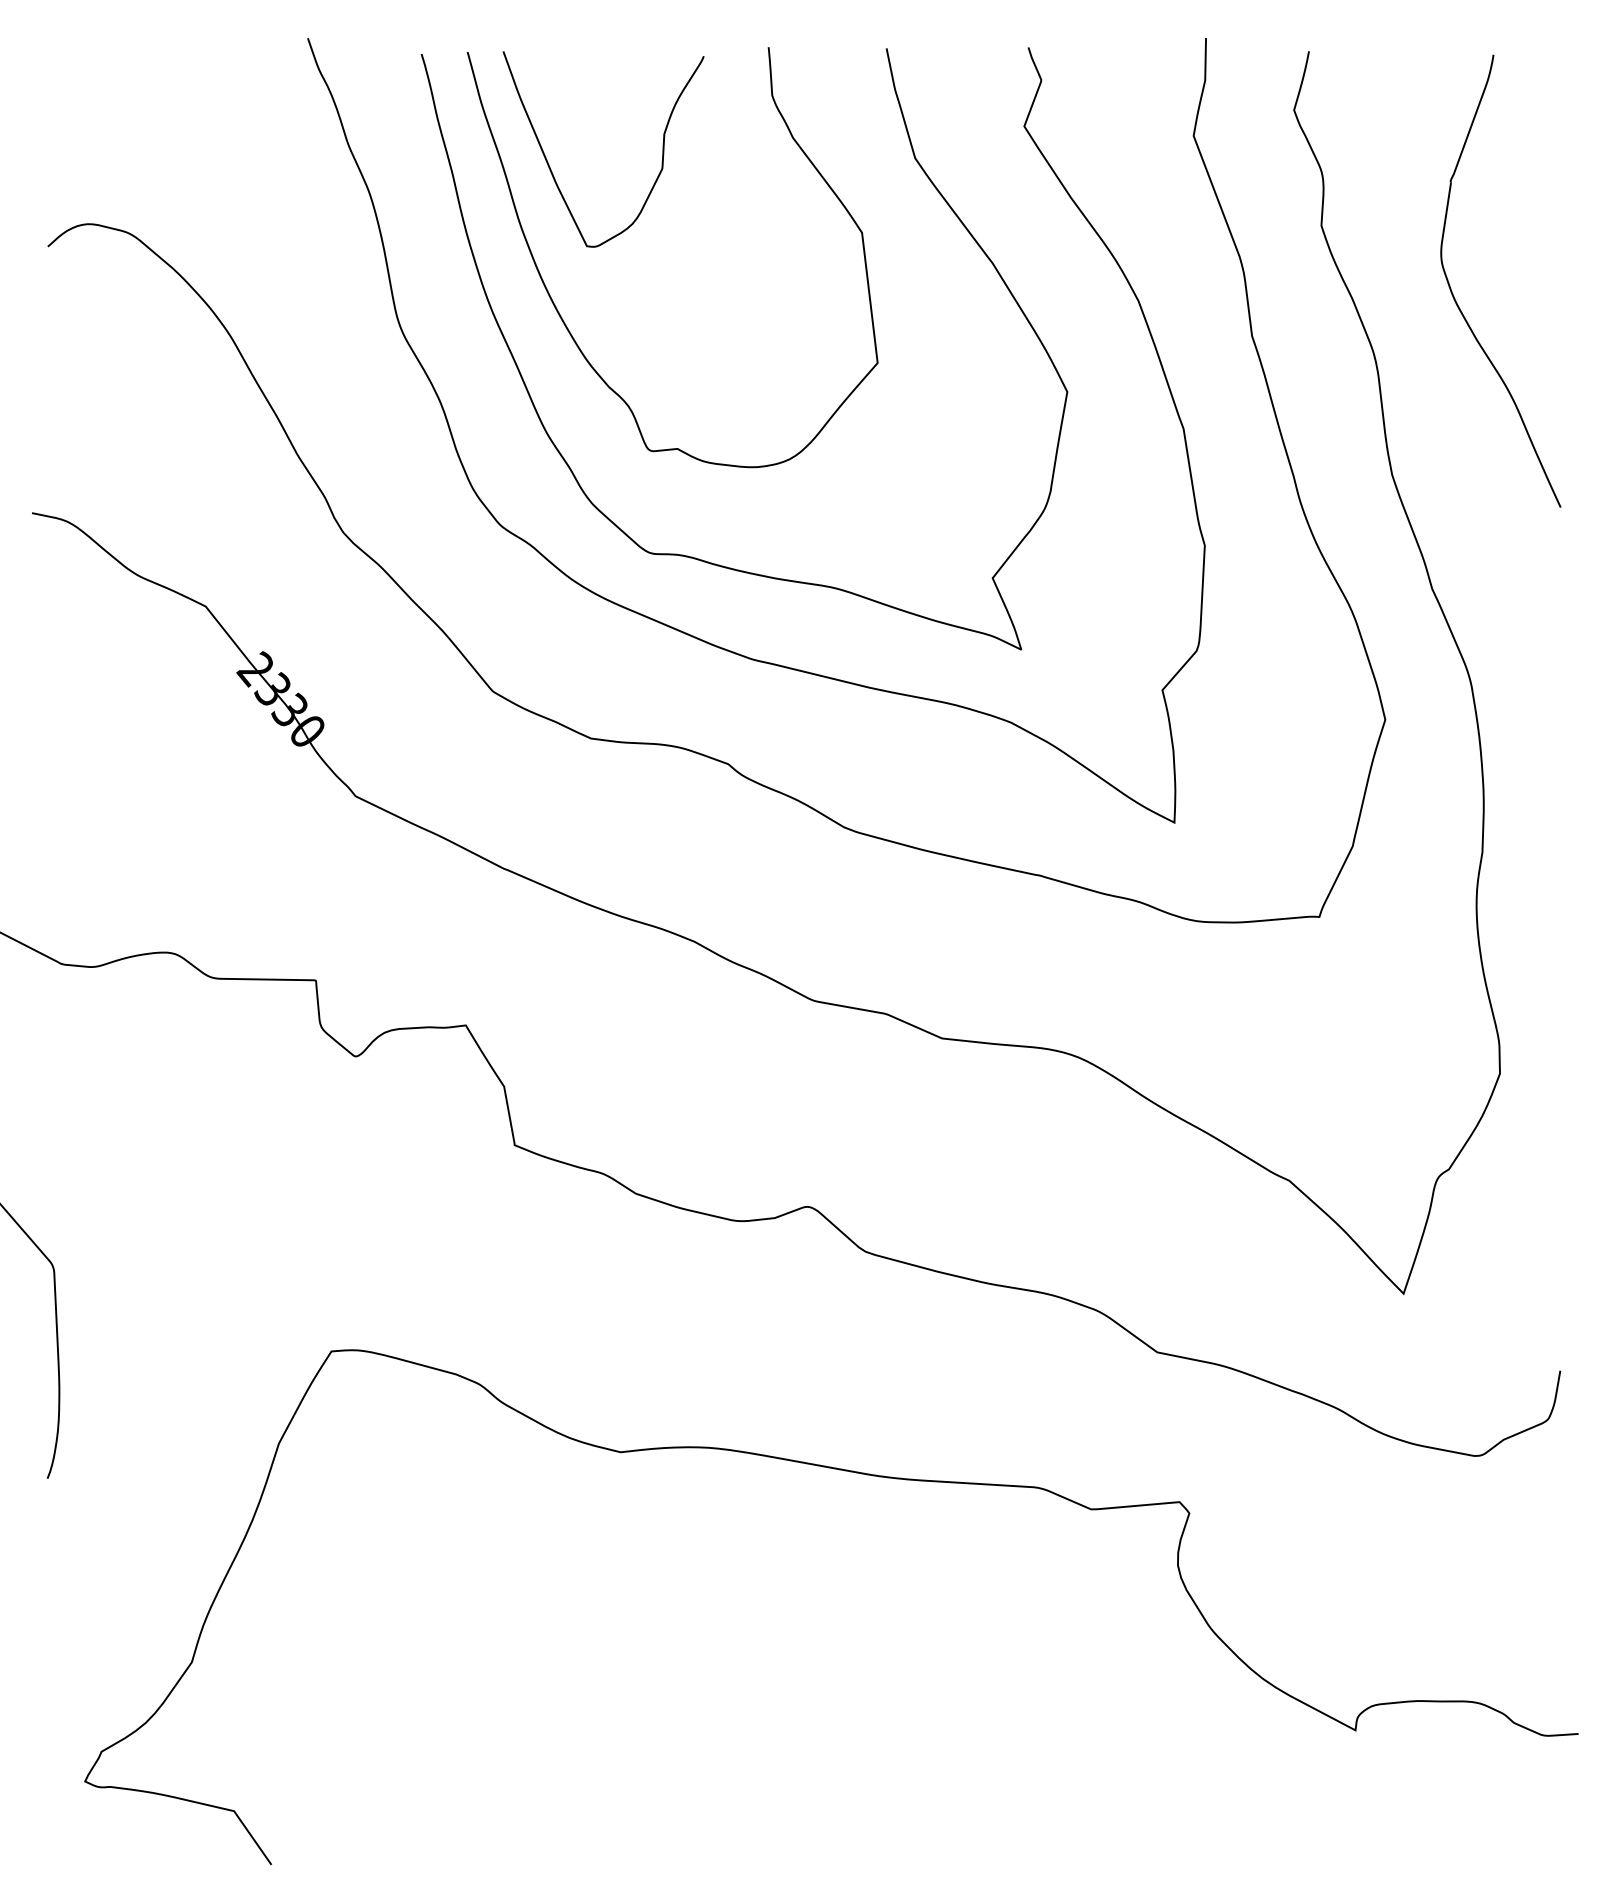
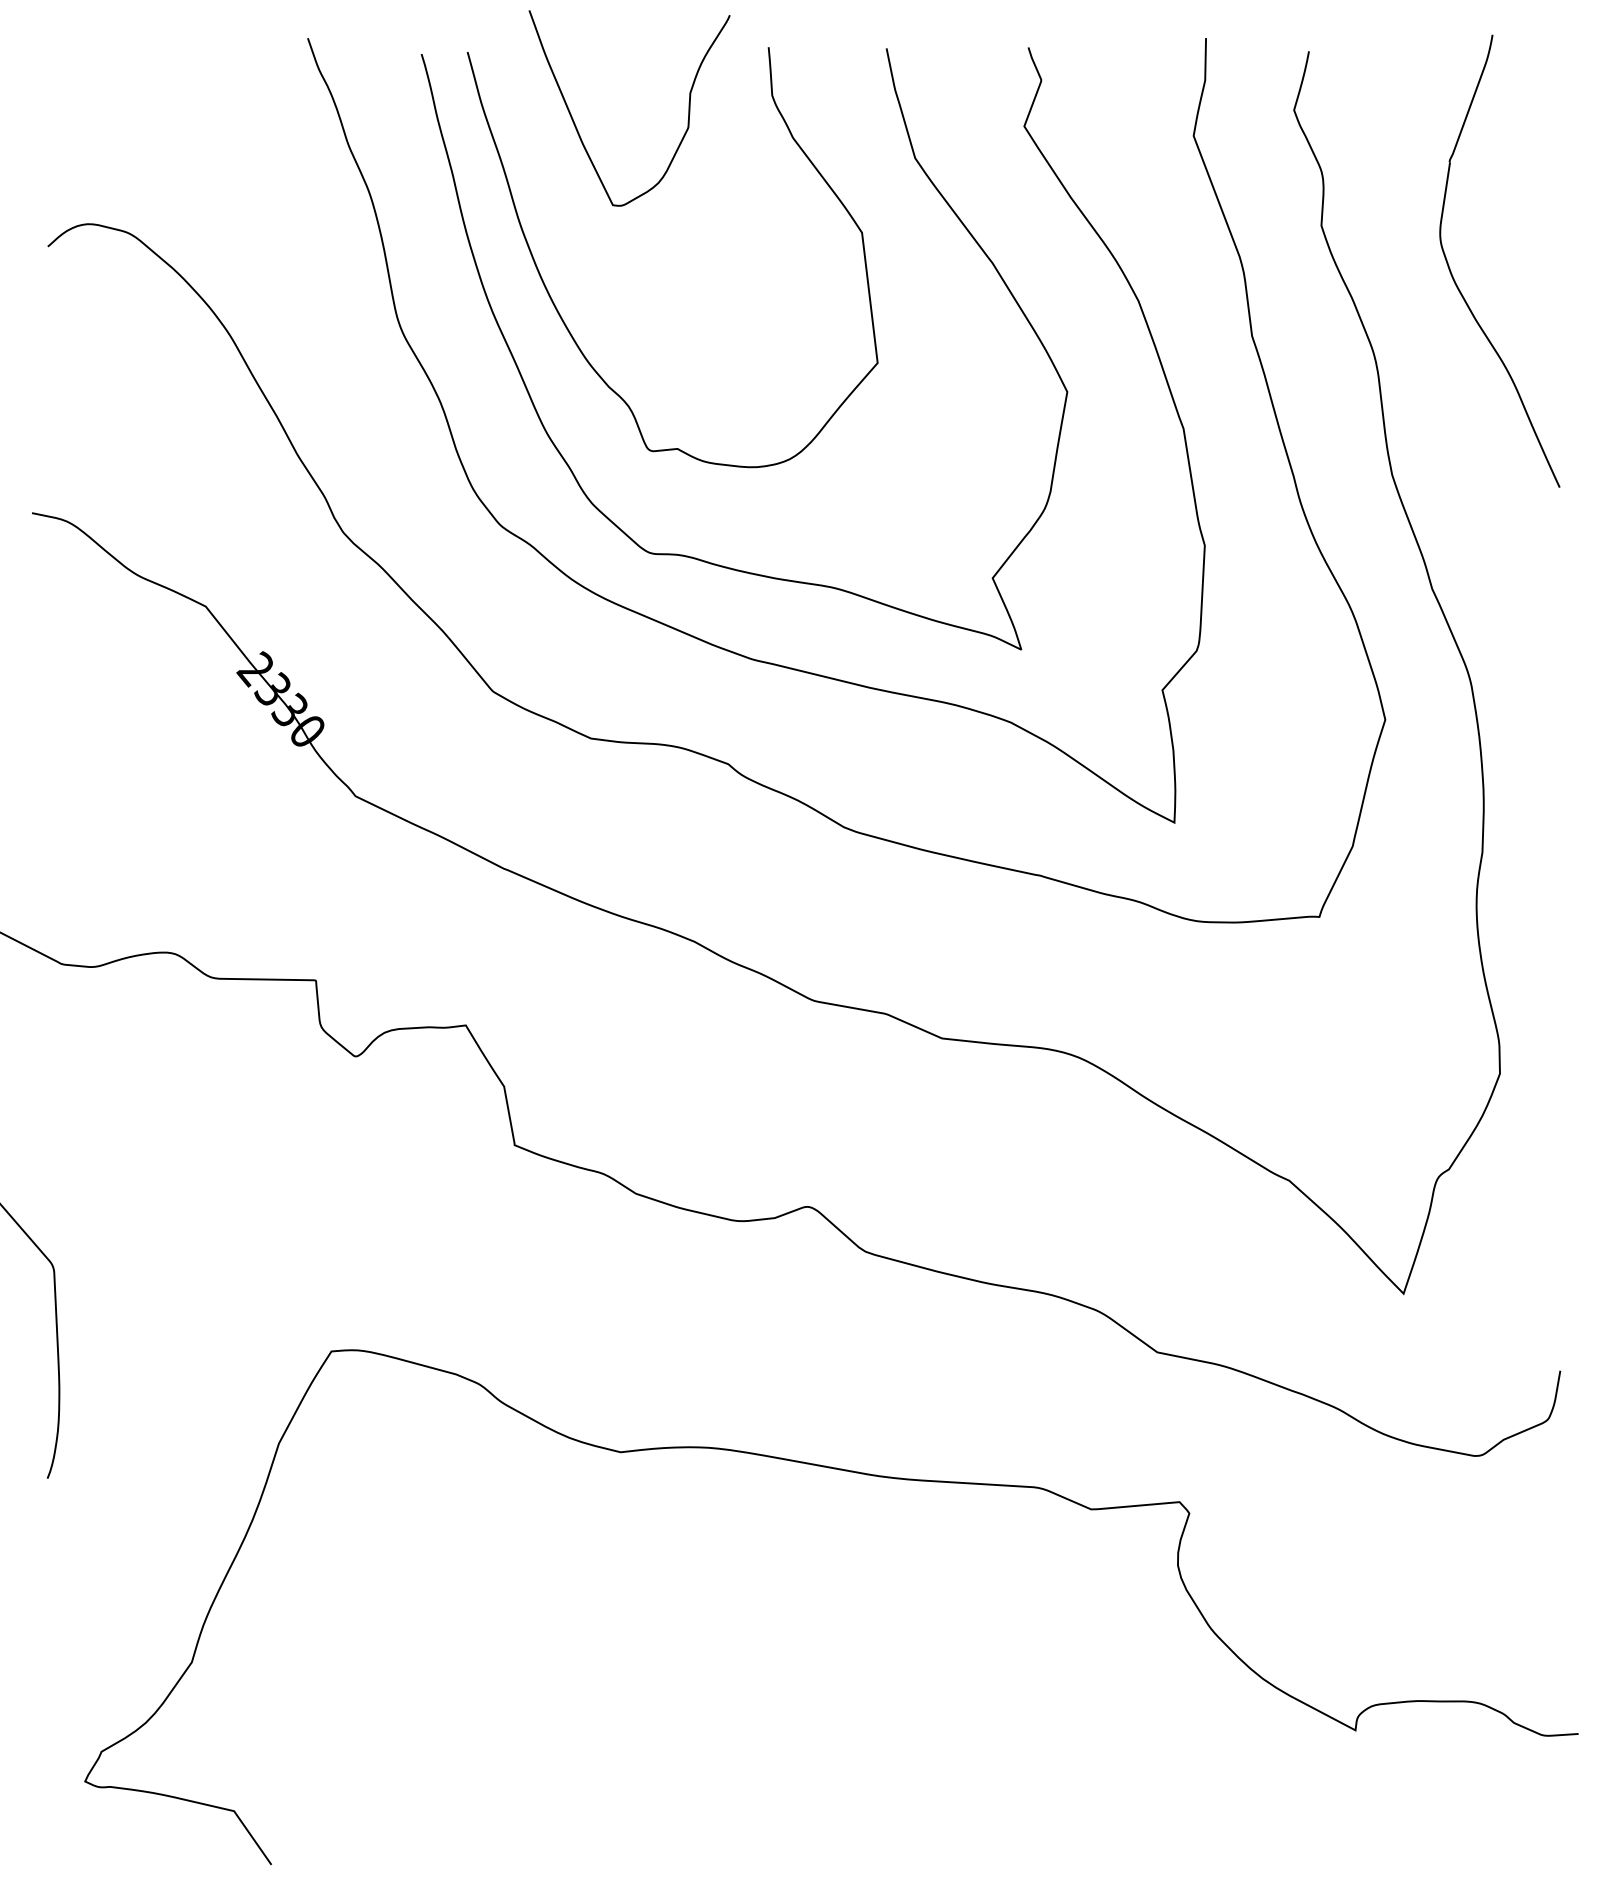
curve at (552, 171) position: (552, 171) -> (578, 130)
part at (1457, 302) position: (1457, 302) -> (1456, 282)
